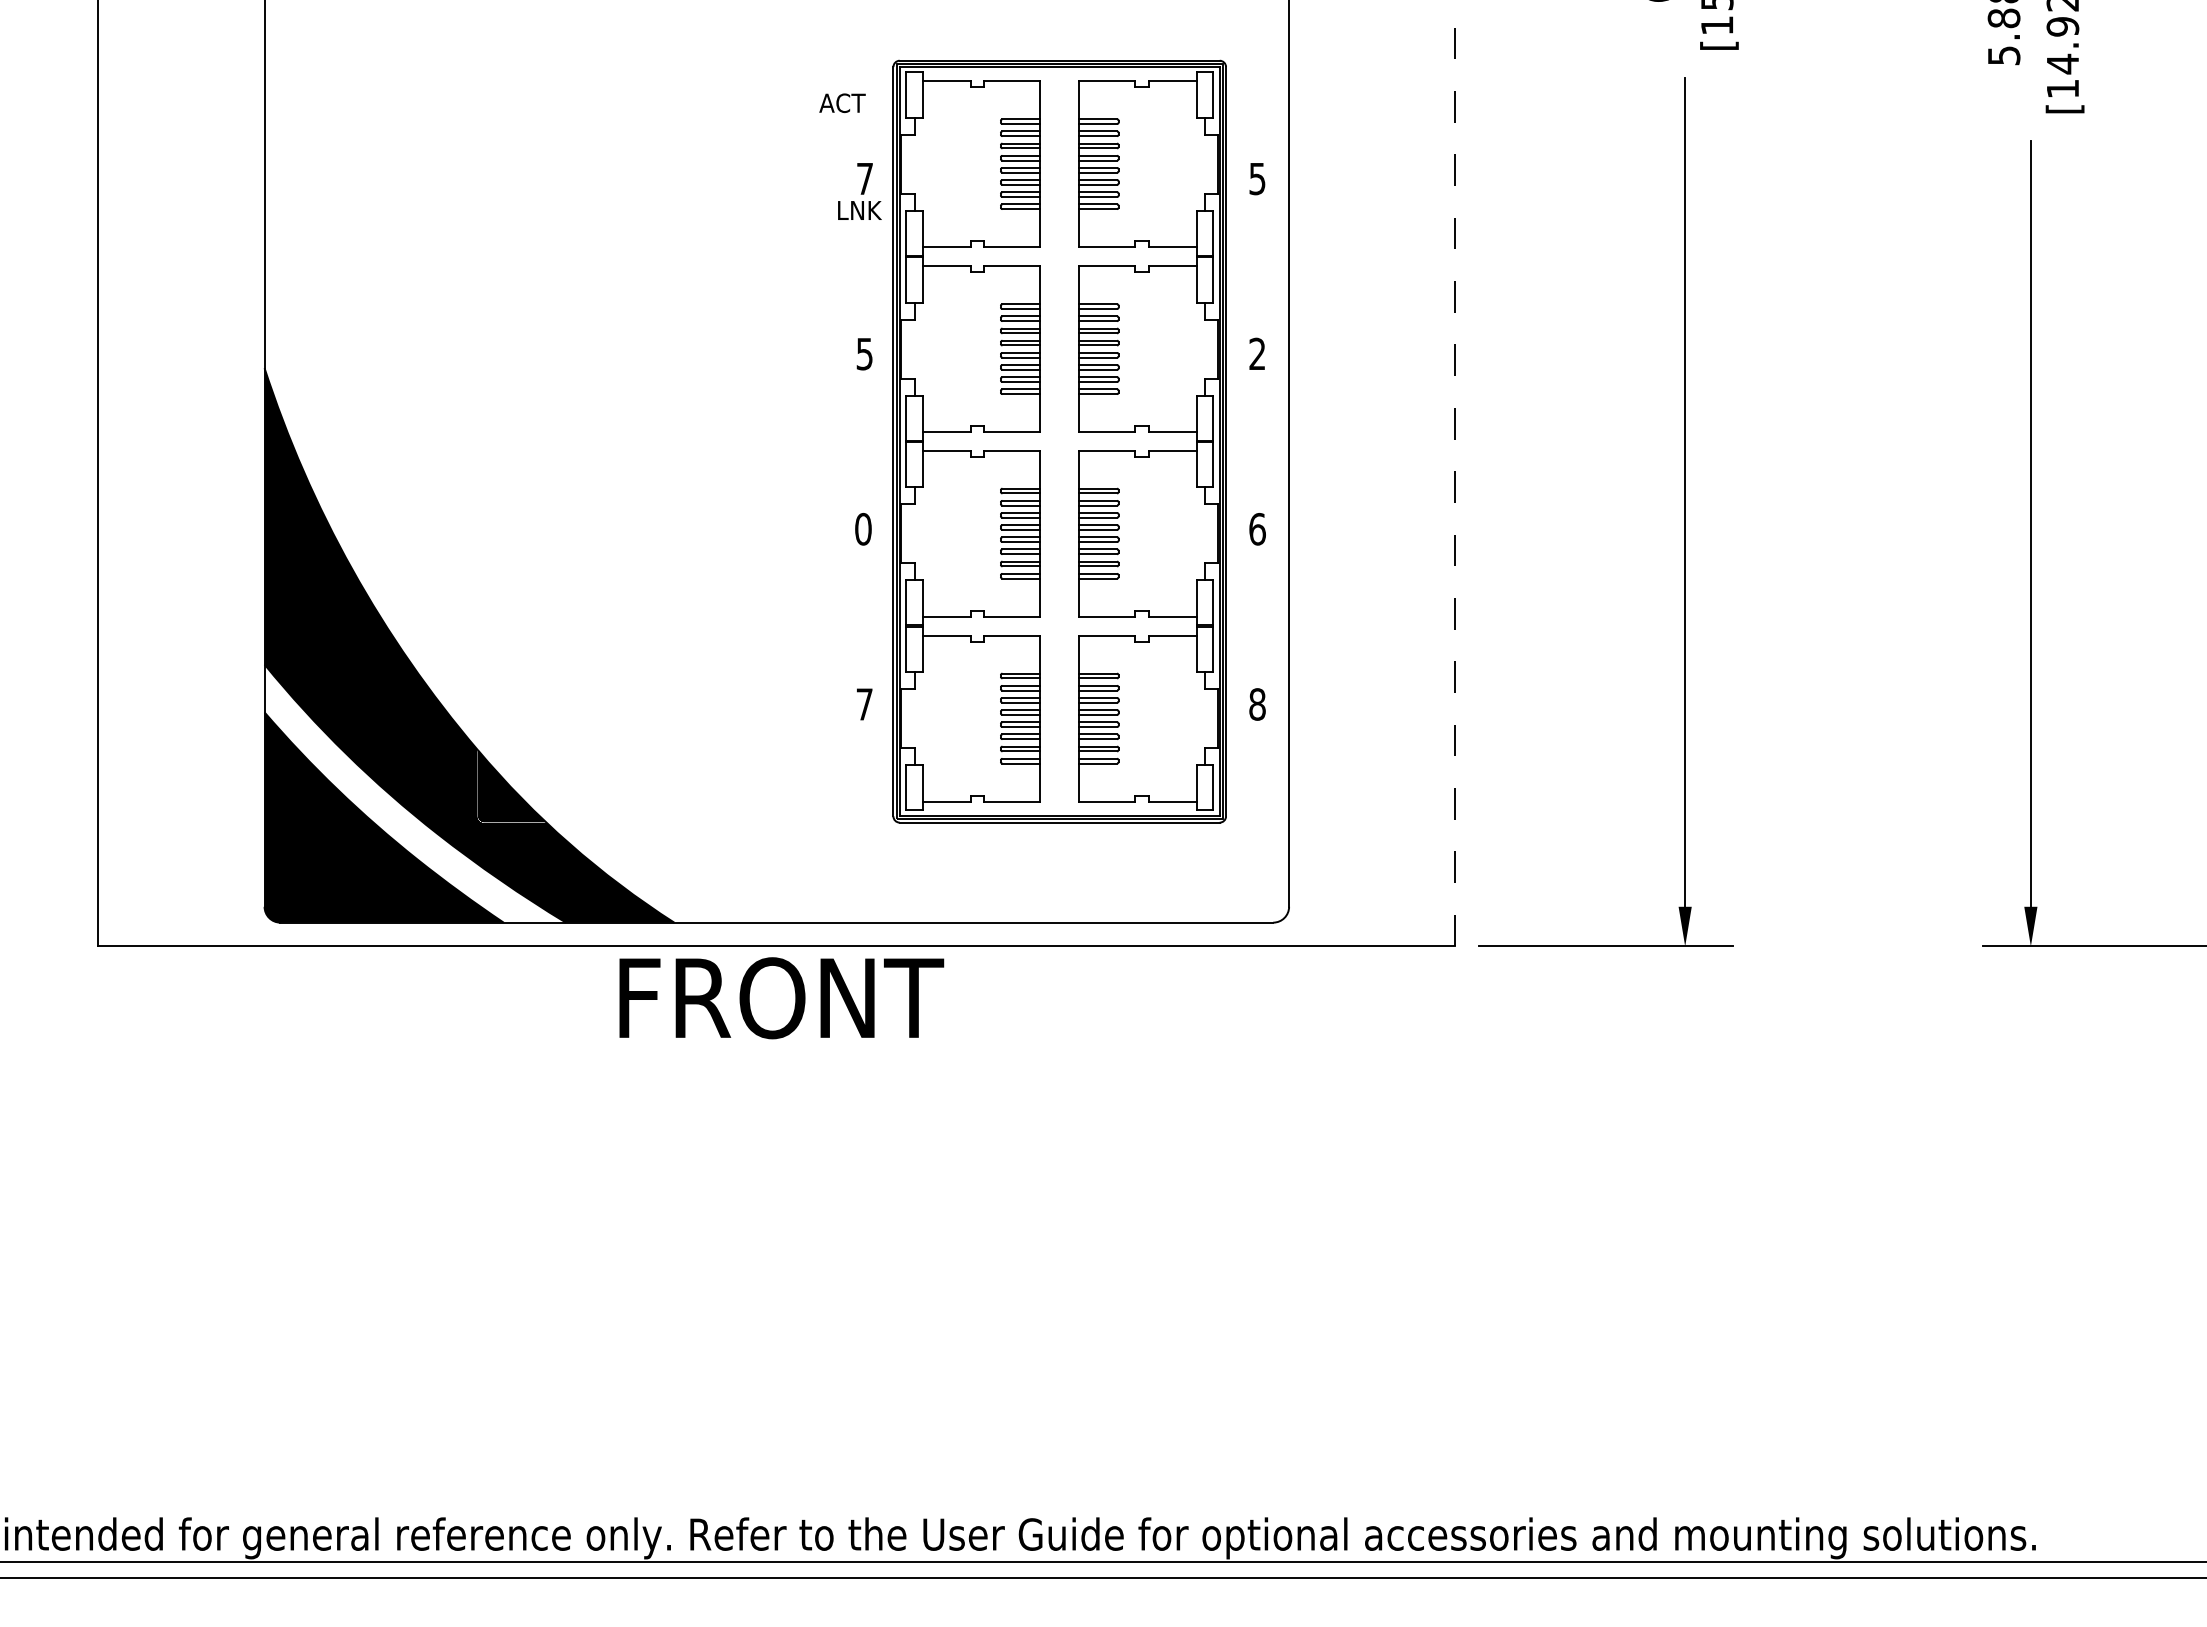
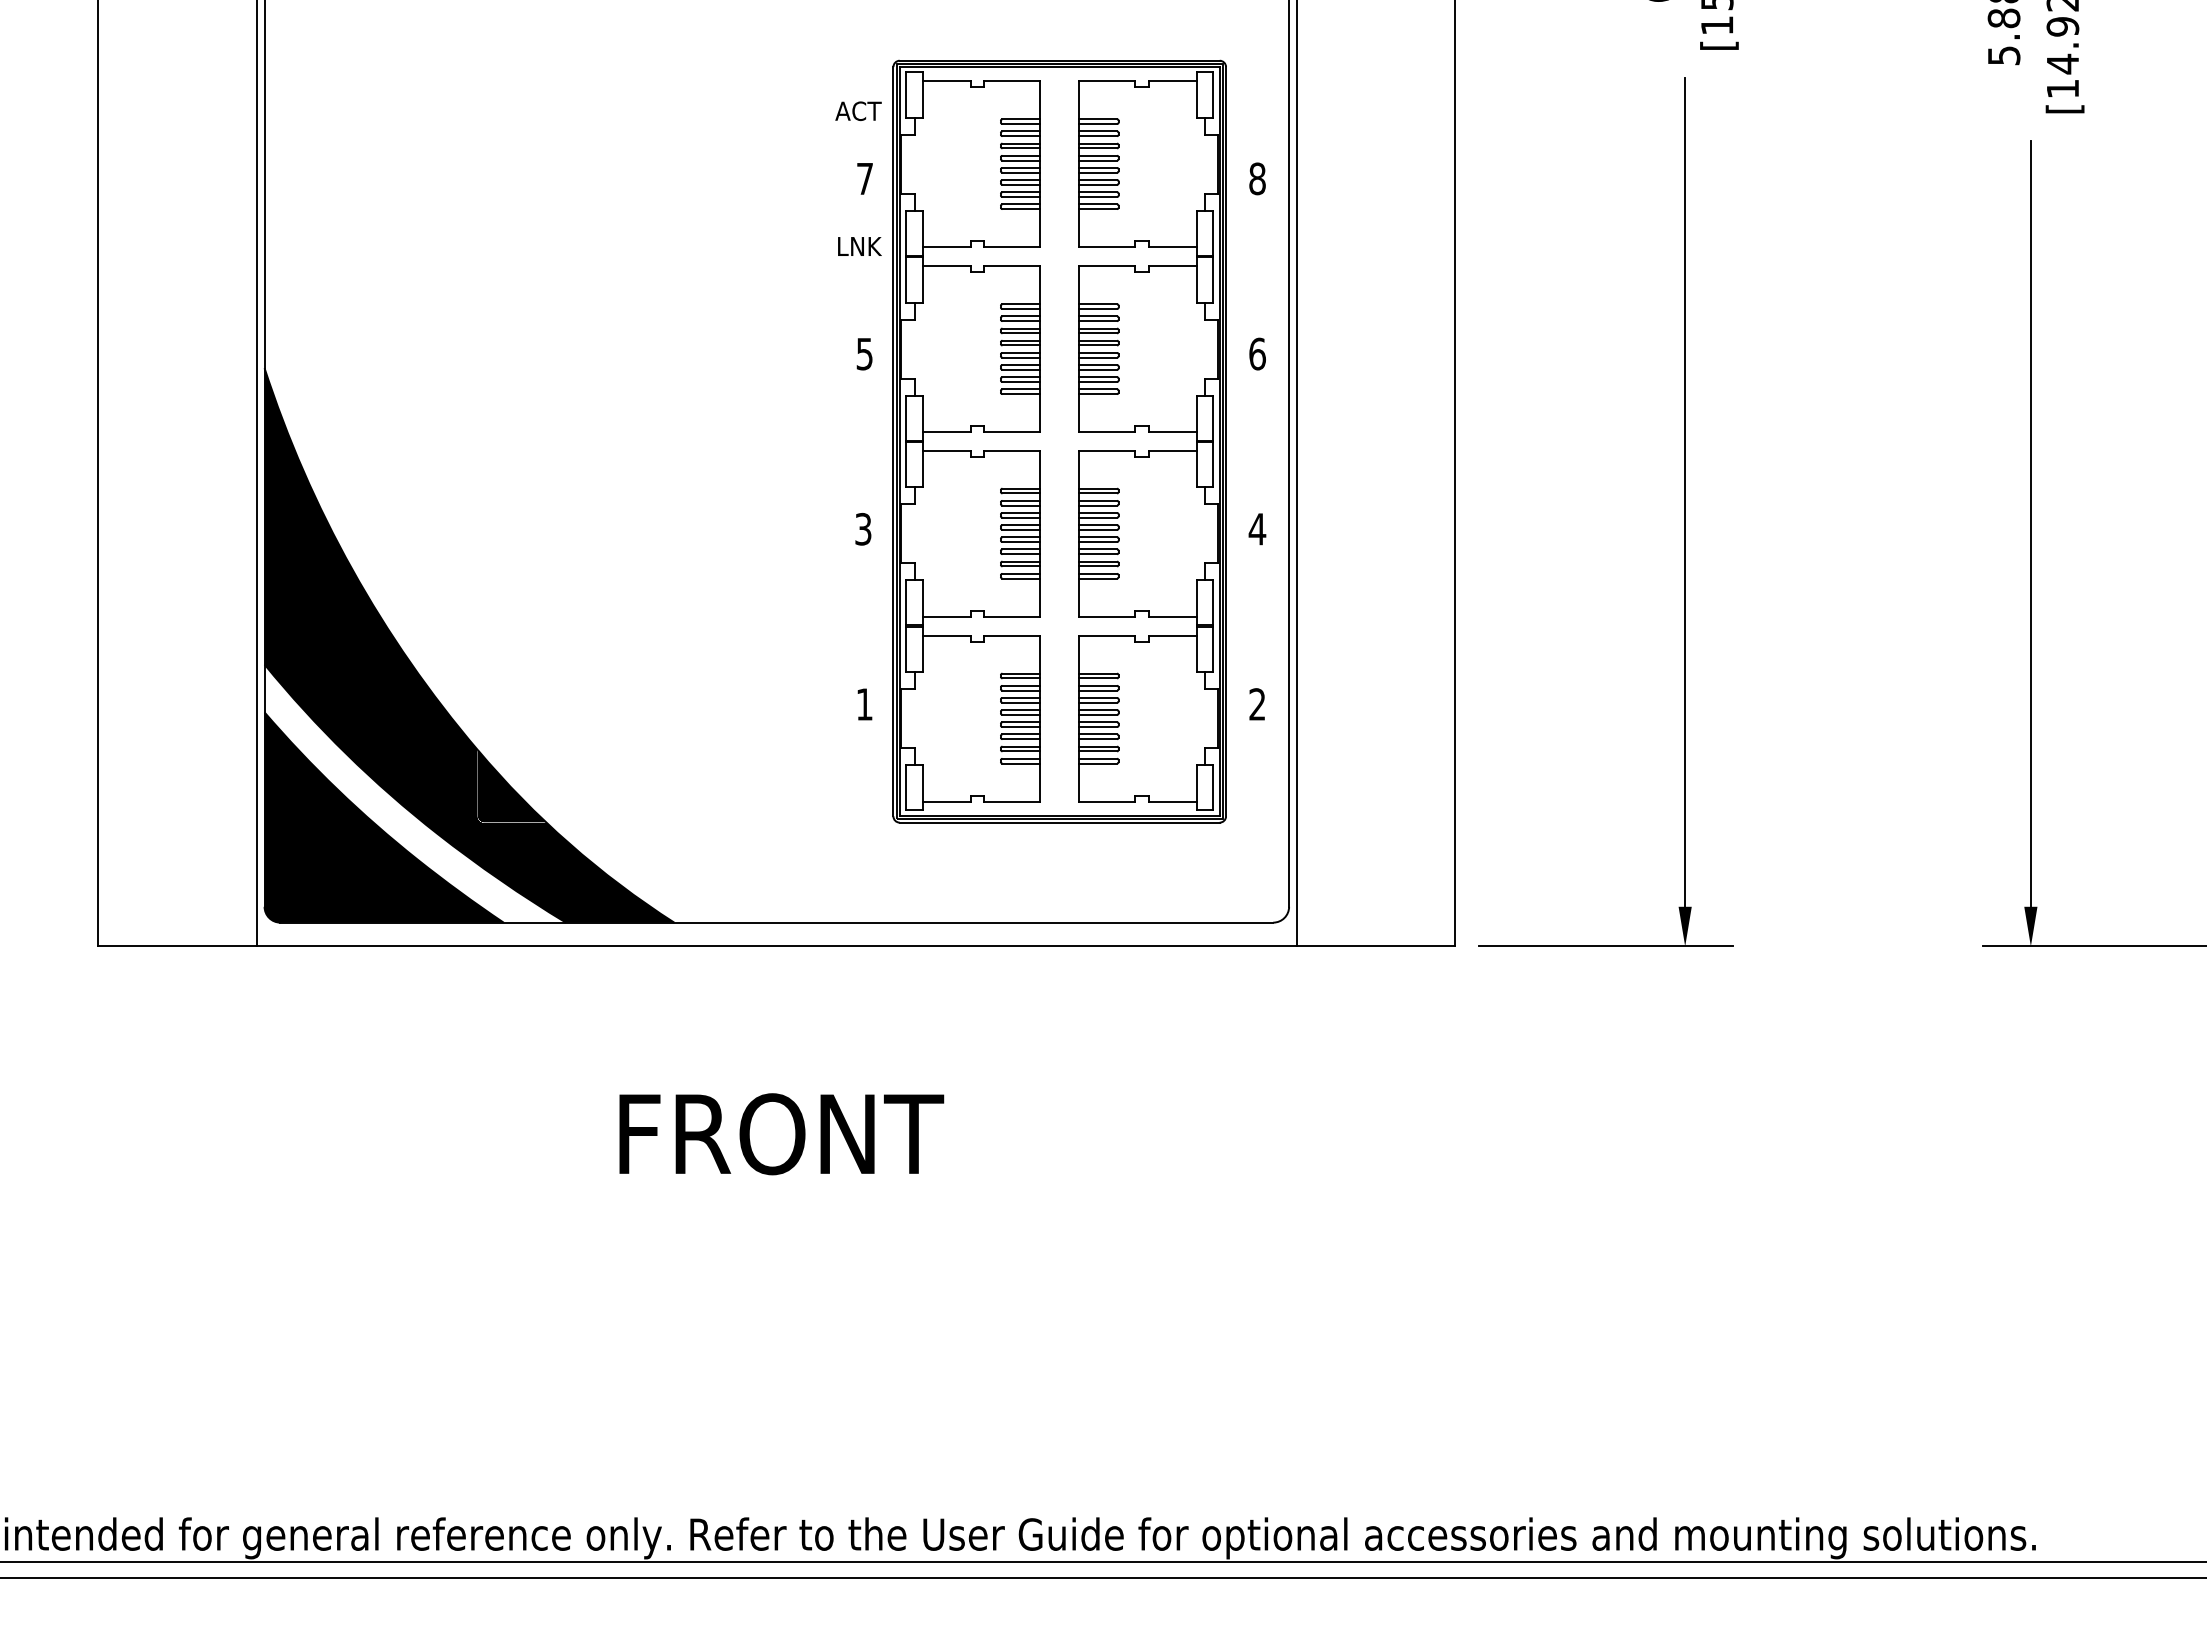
text at (842, 102) position: (842, 102) -> (858, 110)
text at (1257, 178): 5 -> 8
text at (859, 210) position: (859, 210) -> (859, 246)
text at (1257, 353): 2 -> 6
line at (1455, 473): dashed -> solid
line at (256, 474): none -> present
line at (1297, 474): none -> present
text at (1257, 528): 6 -> 4
text at (863, 529): 0 -> 3
text at (864, 704): 7 -> 1
text at (1257, 704): 8 -> 2
text at (781, 998) position: (781, 998) -> (781, 1134)
